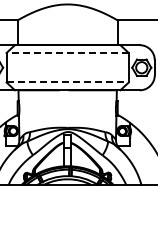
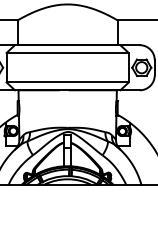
line at (67, 53): dashed -> solid
line at (68, 82): dashed -> solid
